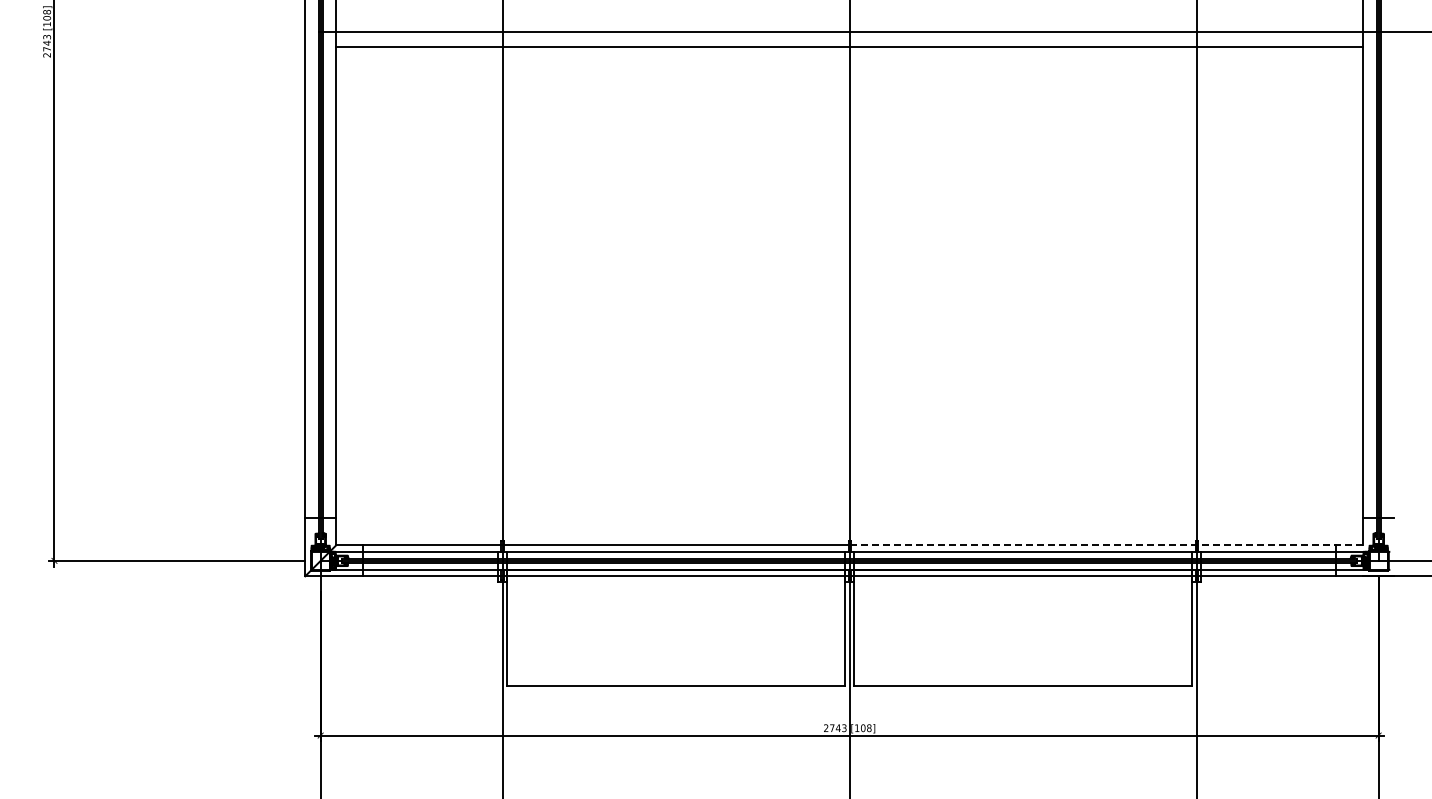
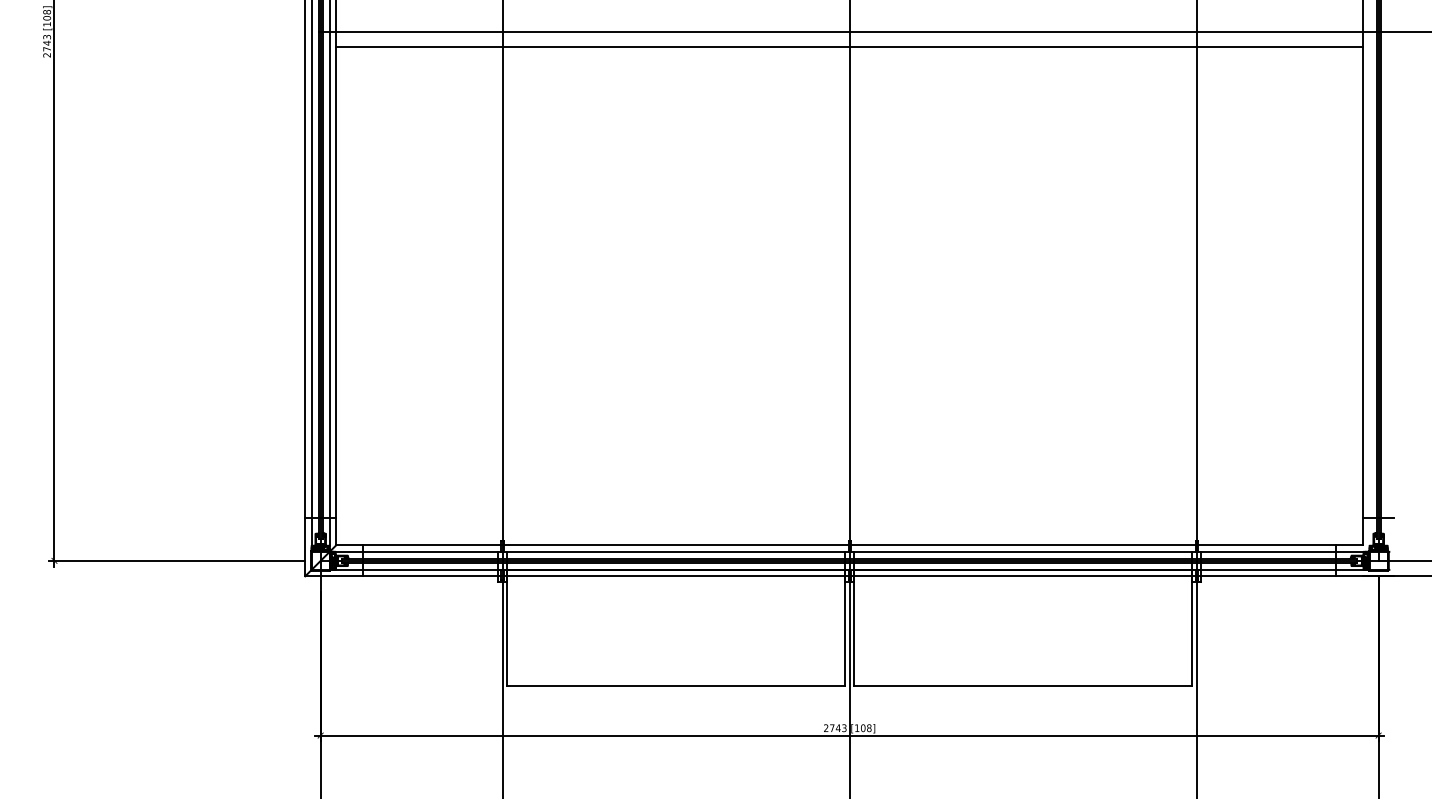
line at (311, 273): none -> present
line at (329, 273): none -> present
line at (1106, 545): dashed -> solid
